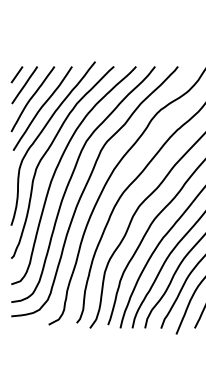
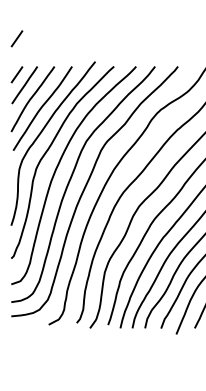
line at (16, 38): none -> present
